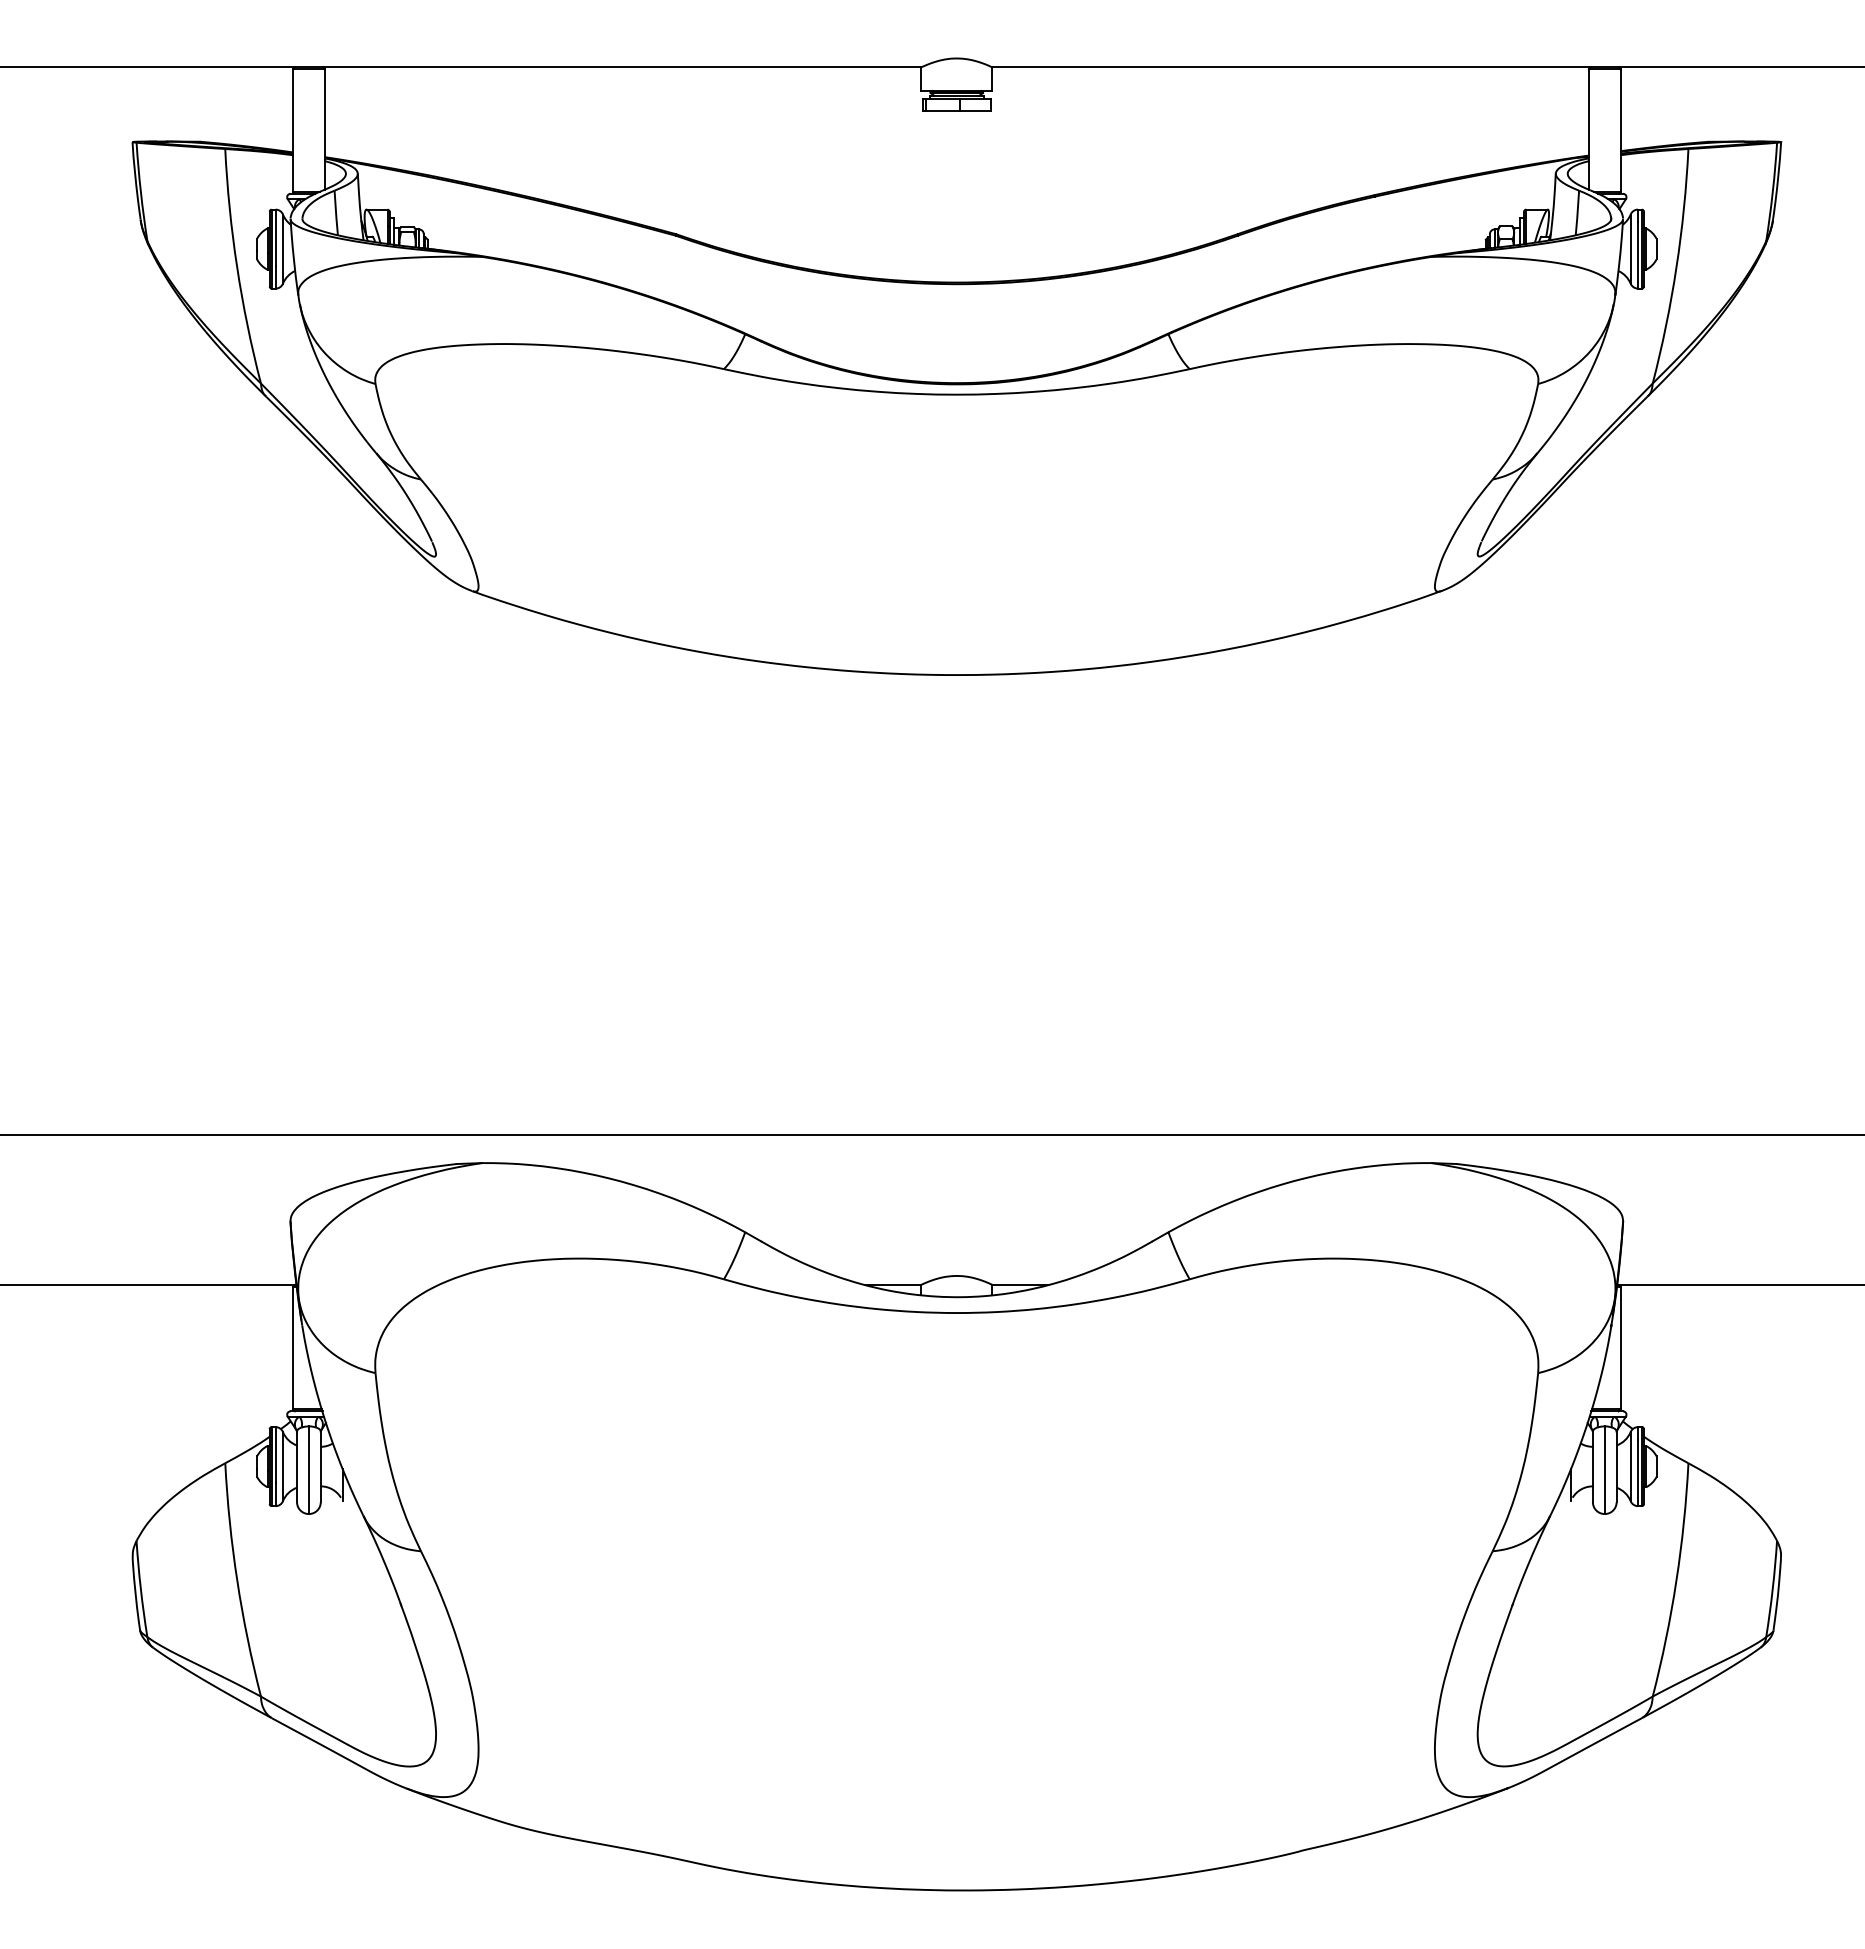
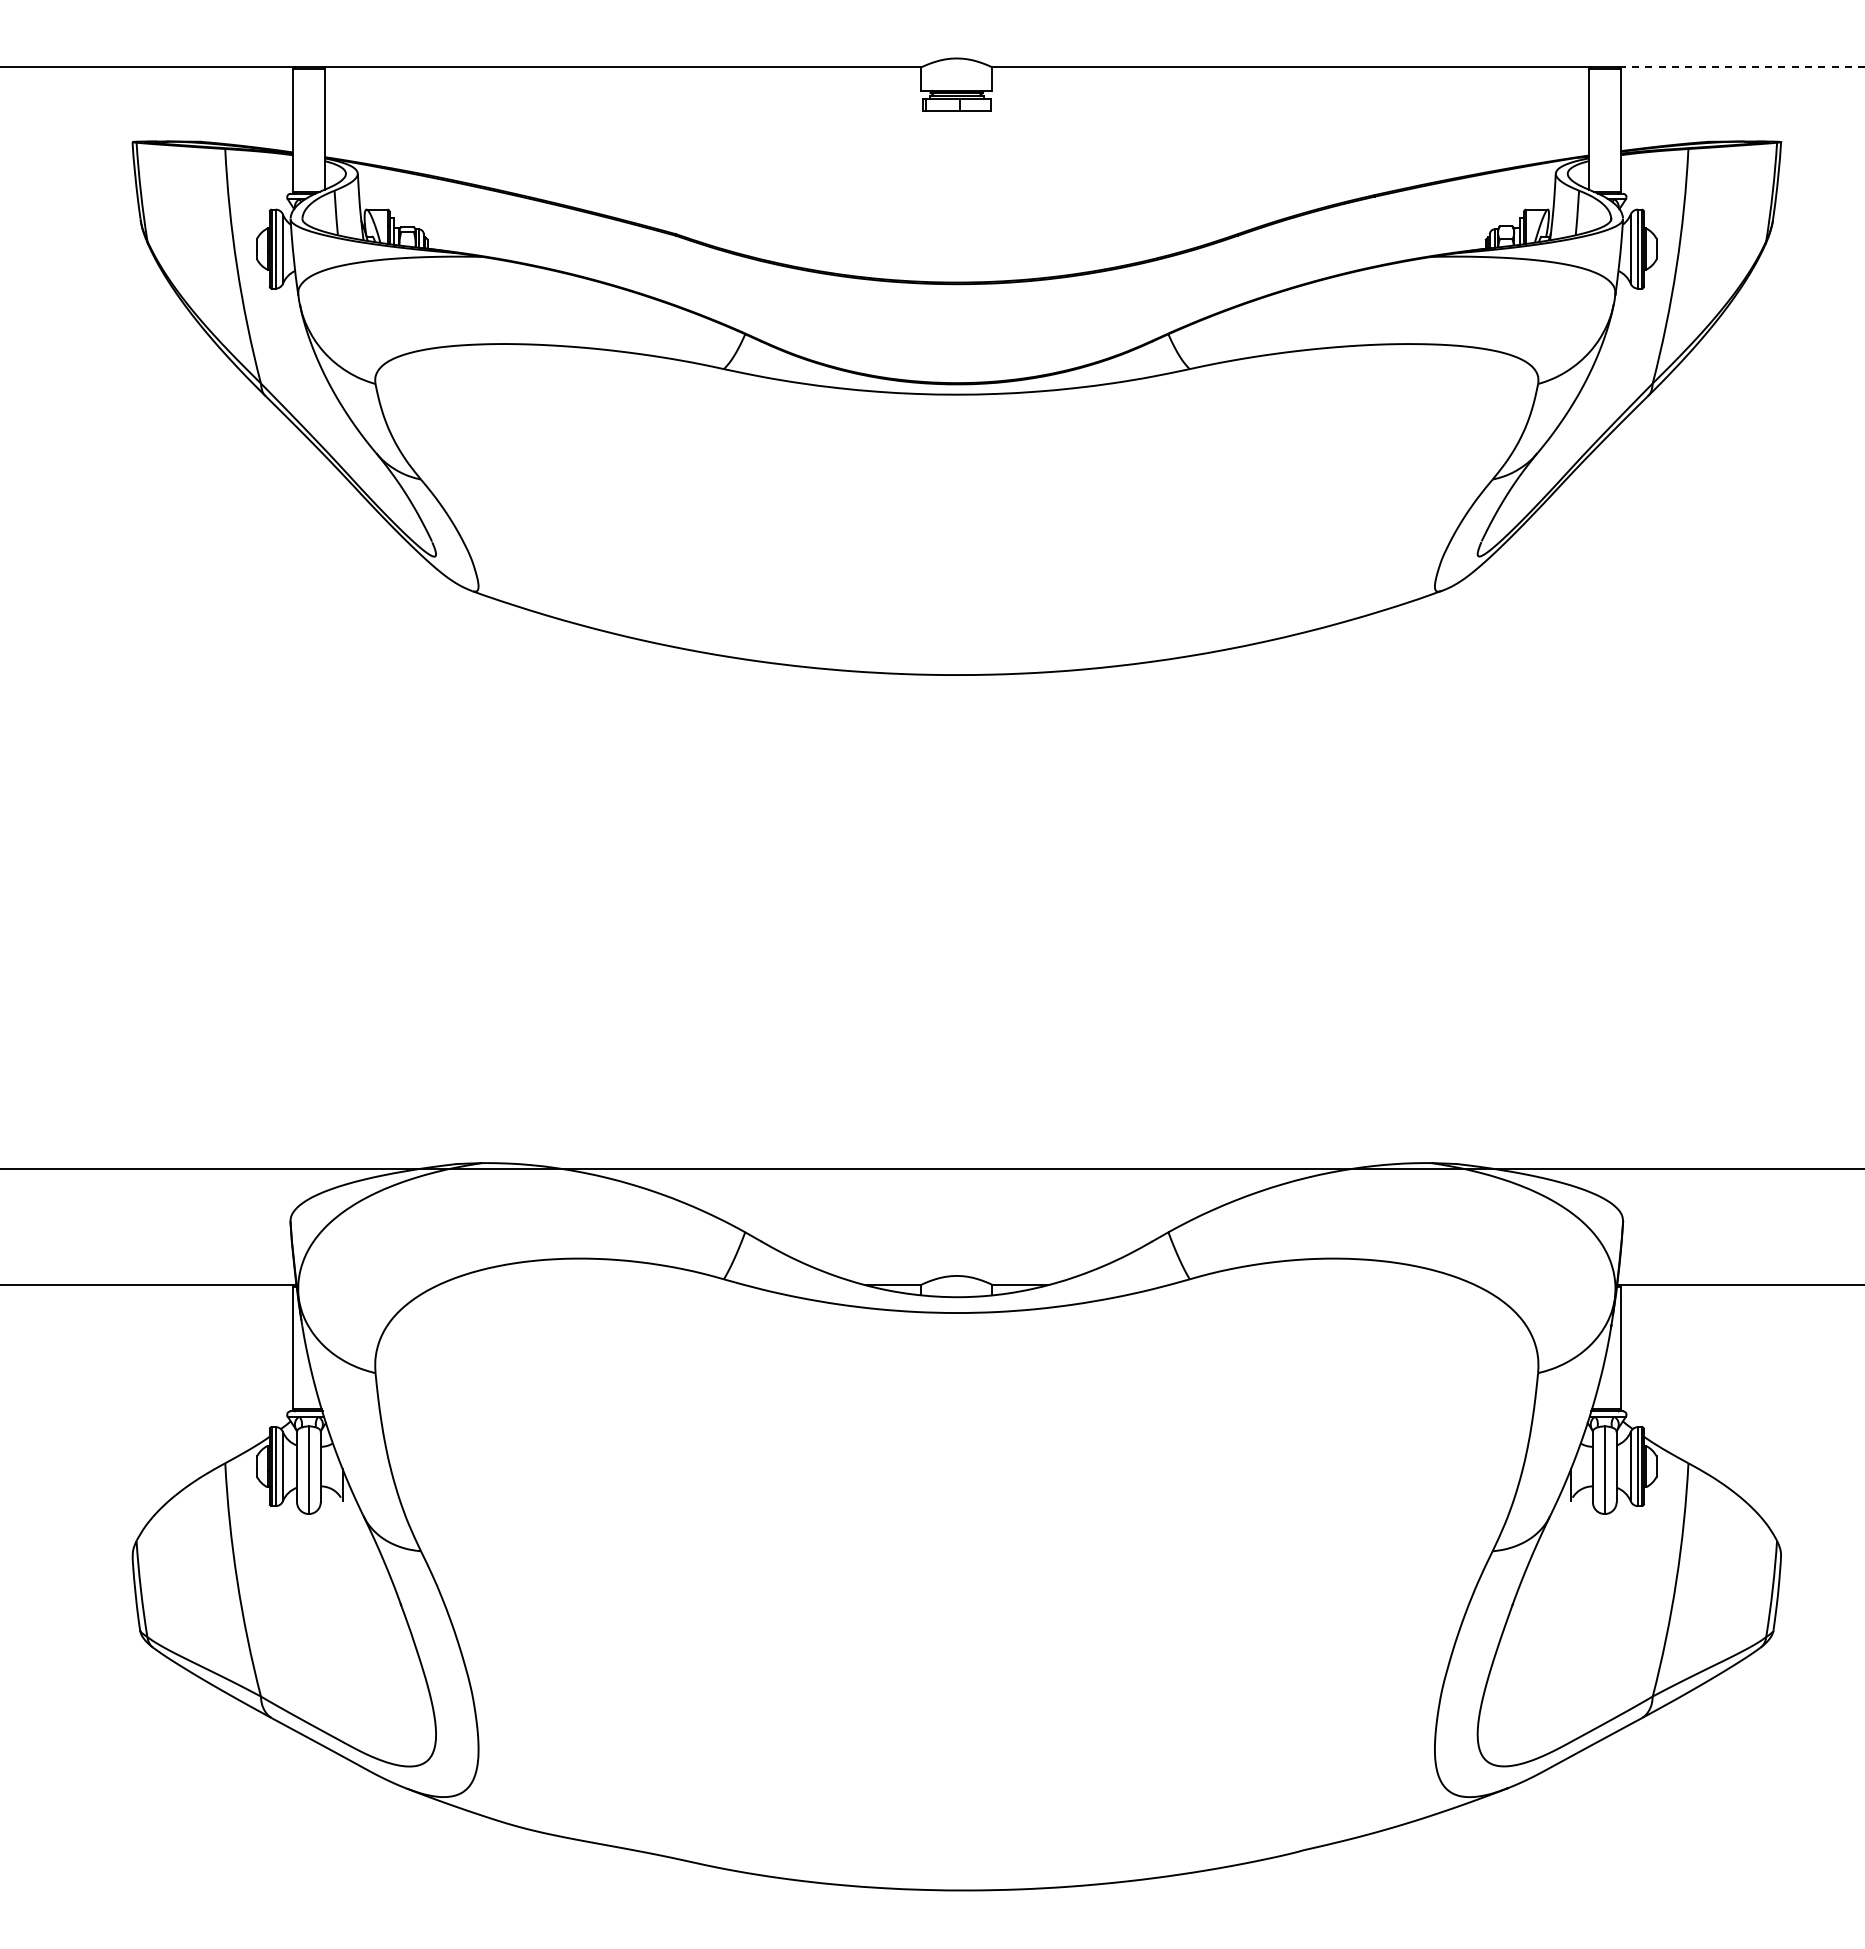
line at (1741, 67): solid -> dashed
line at (931, 1134) position: (931, 1134) -> (931, 1168)
